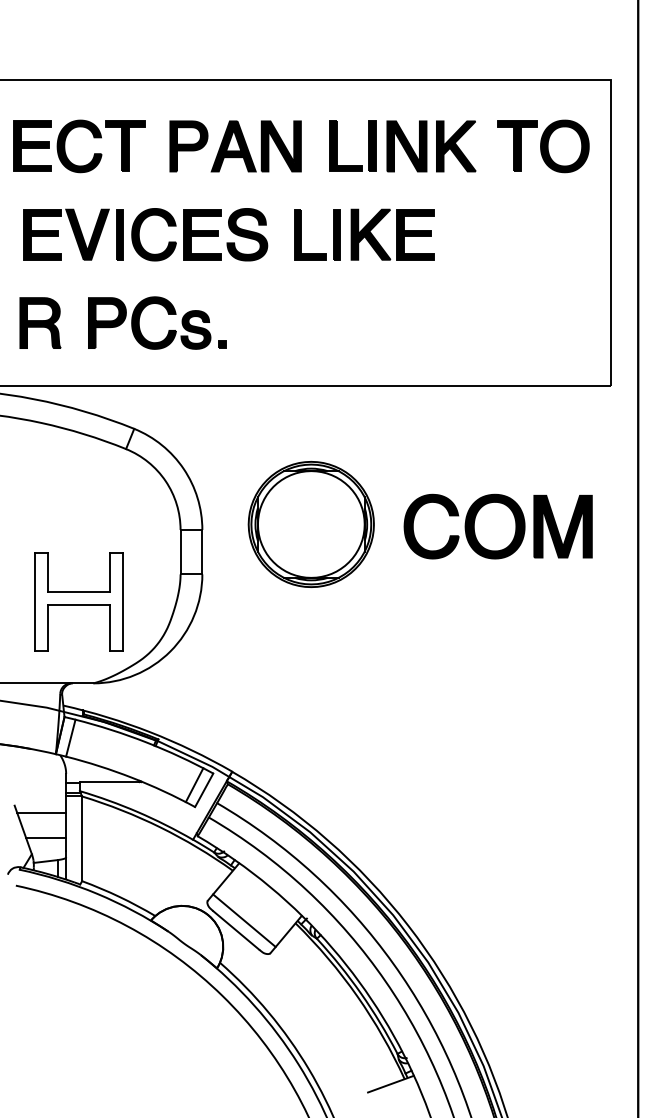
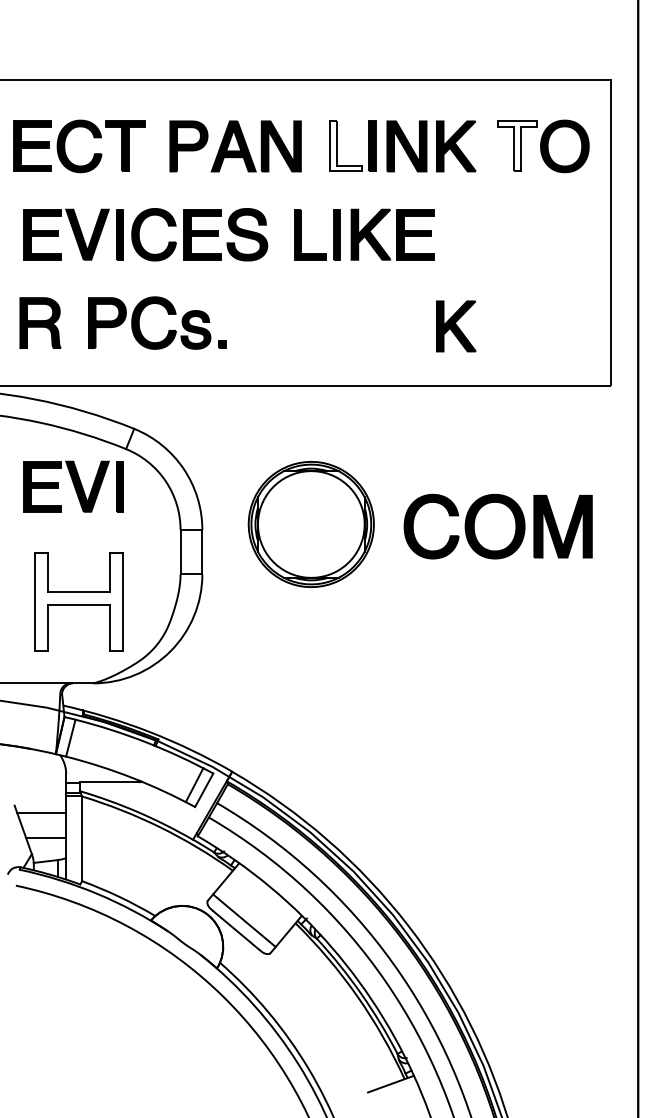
fill at (345, 146): present -> none
fill at (516, 146): present -> none
part at (456, 326): none -> present
part at (73, 486): none -> present
